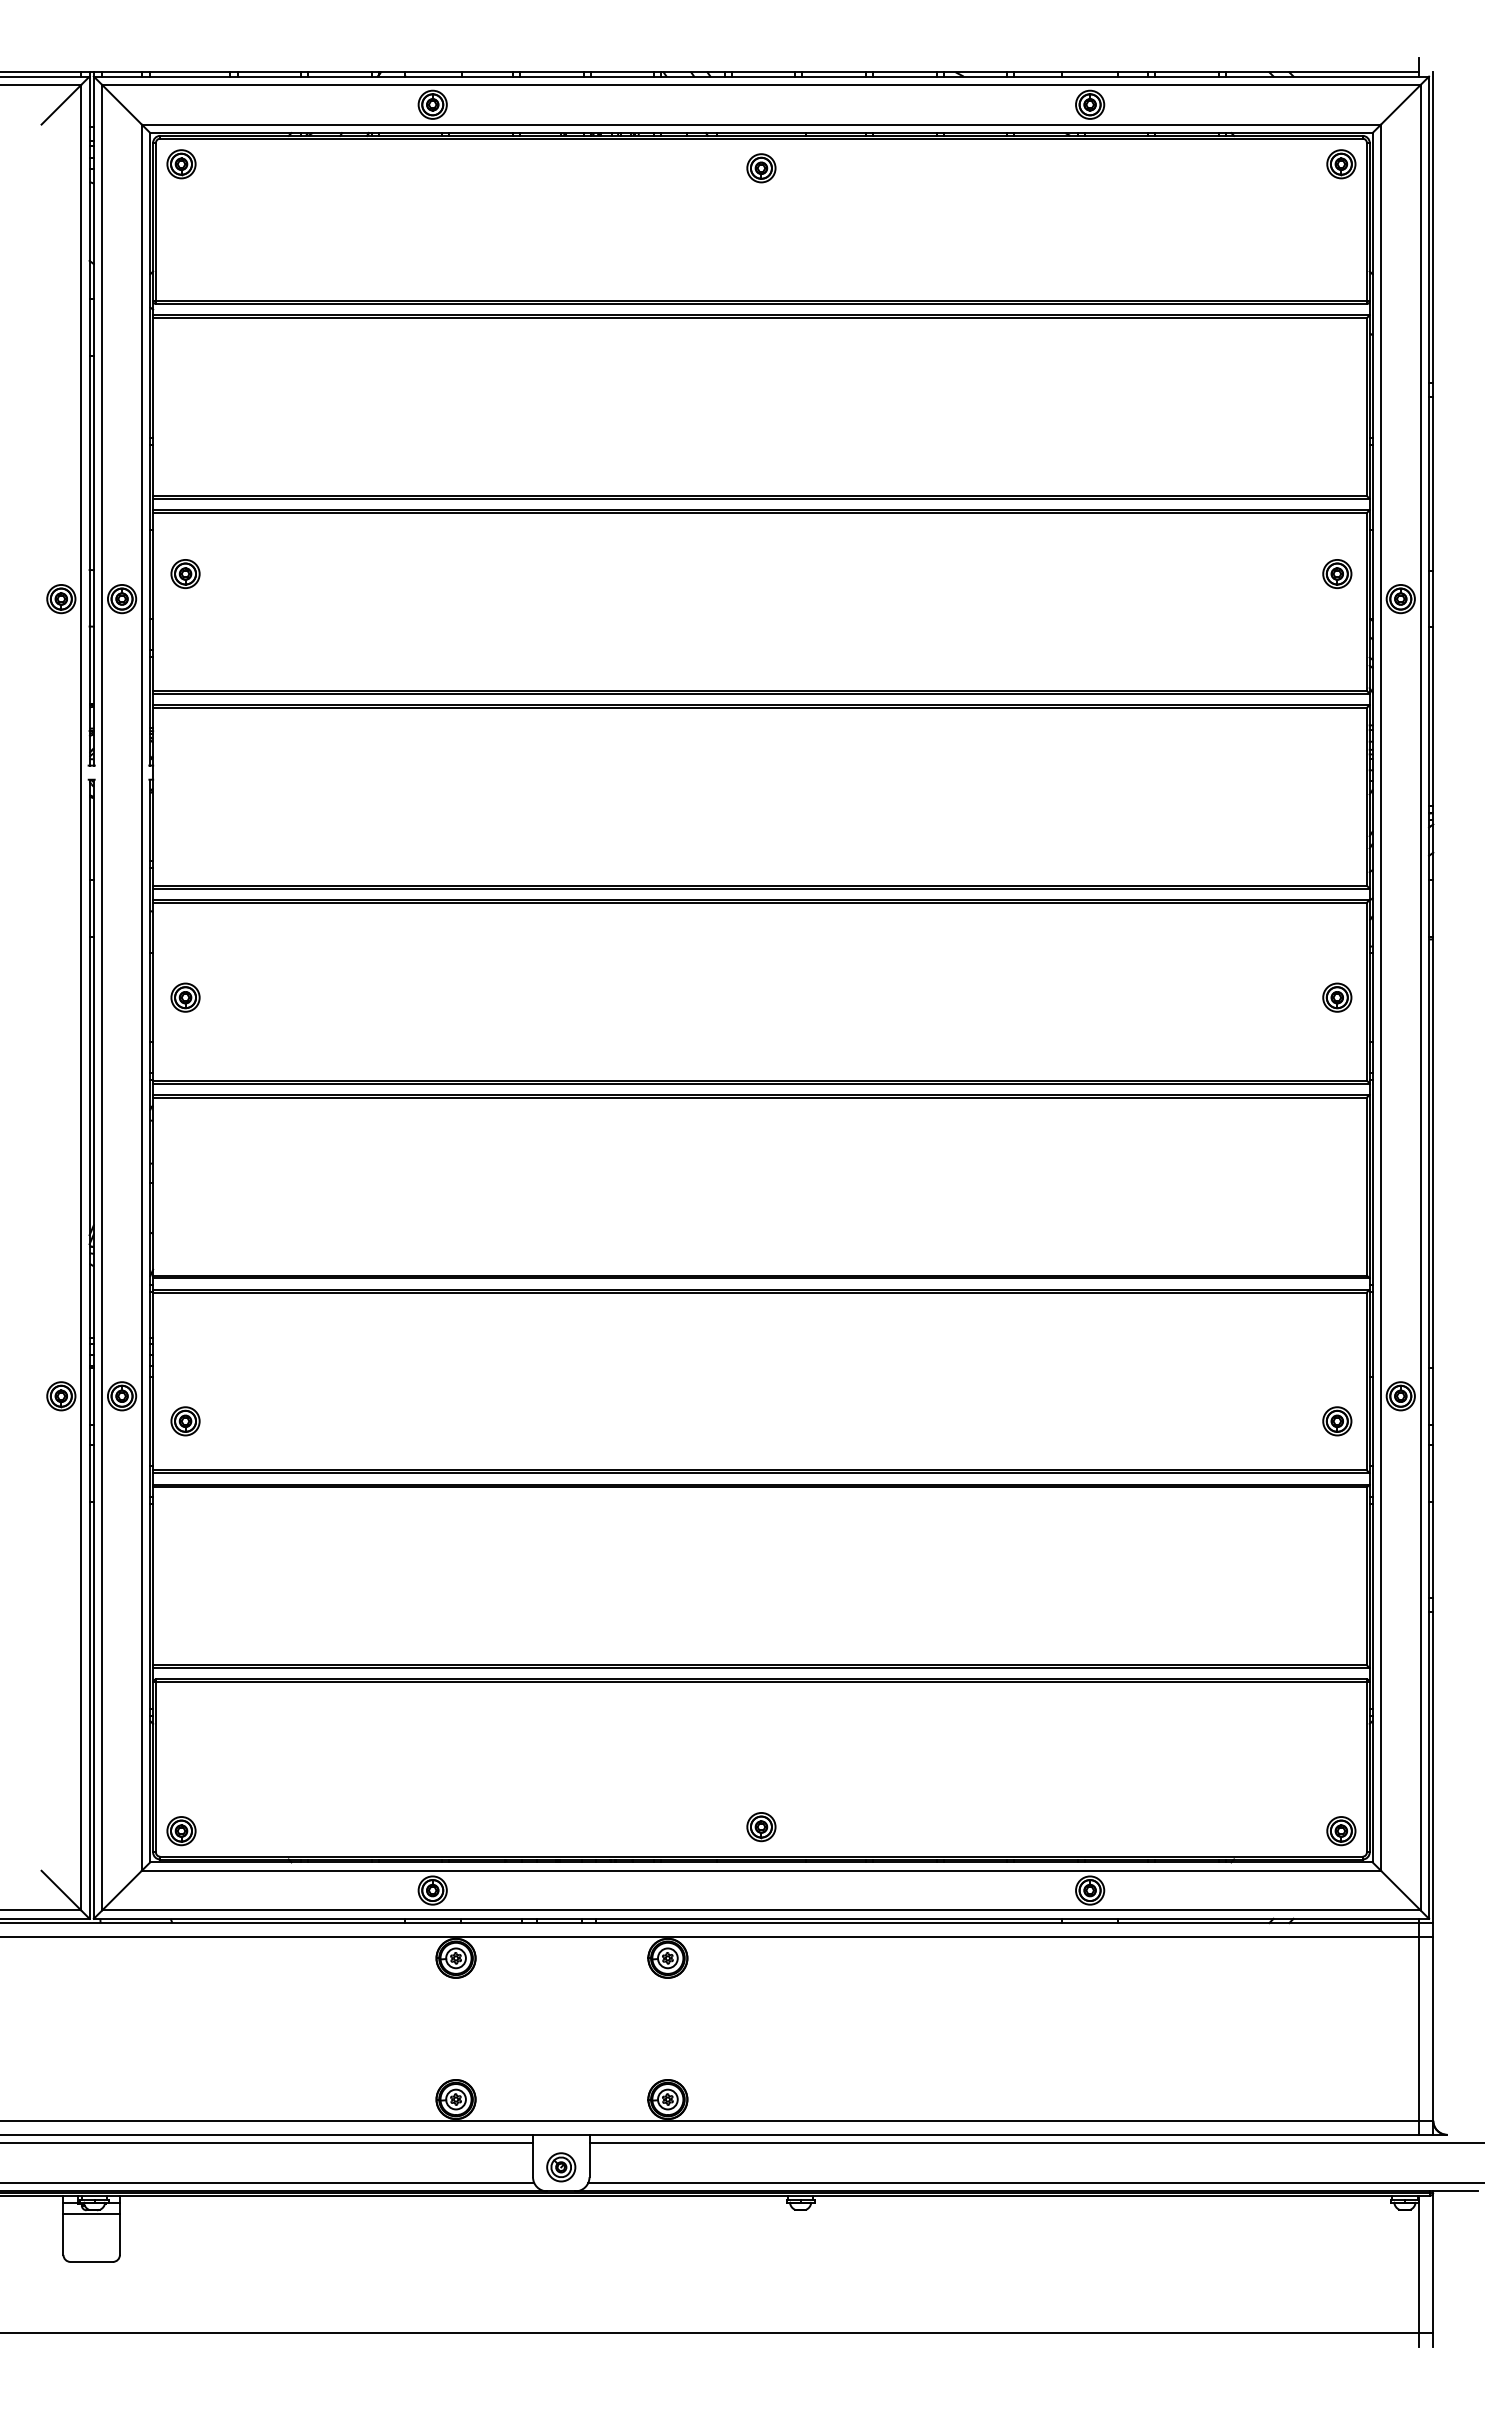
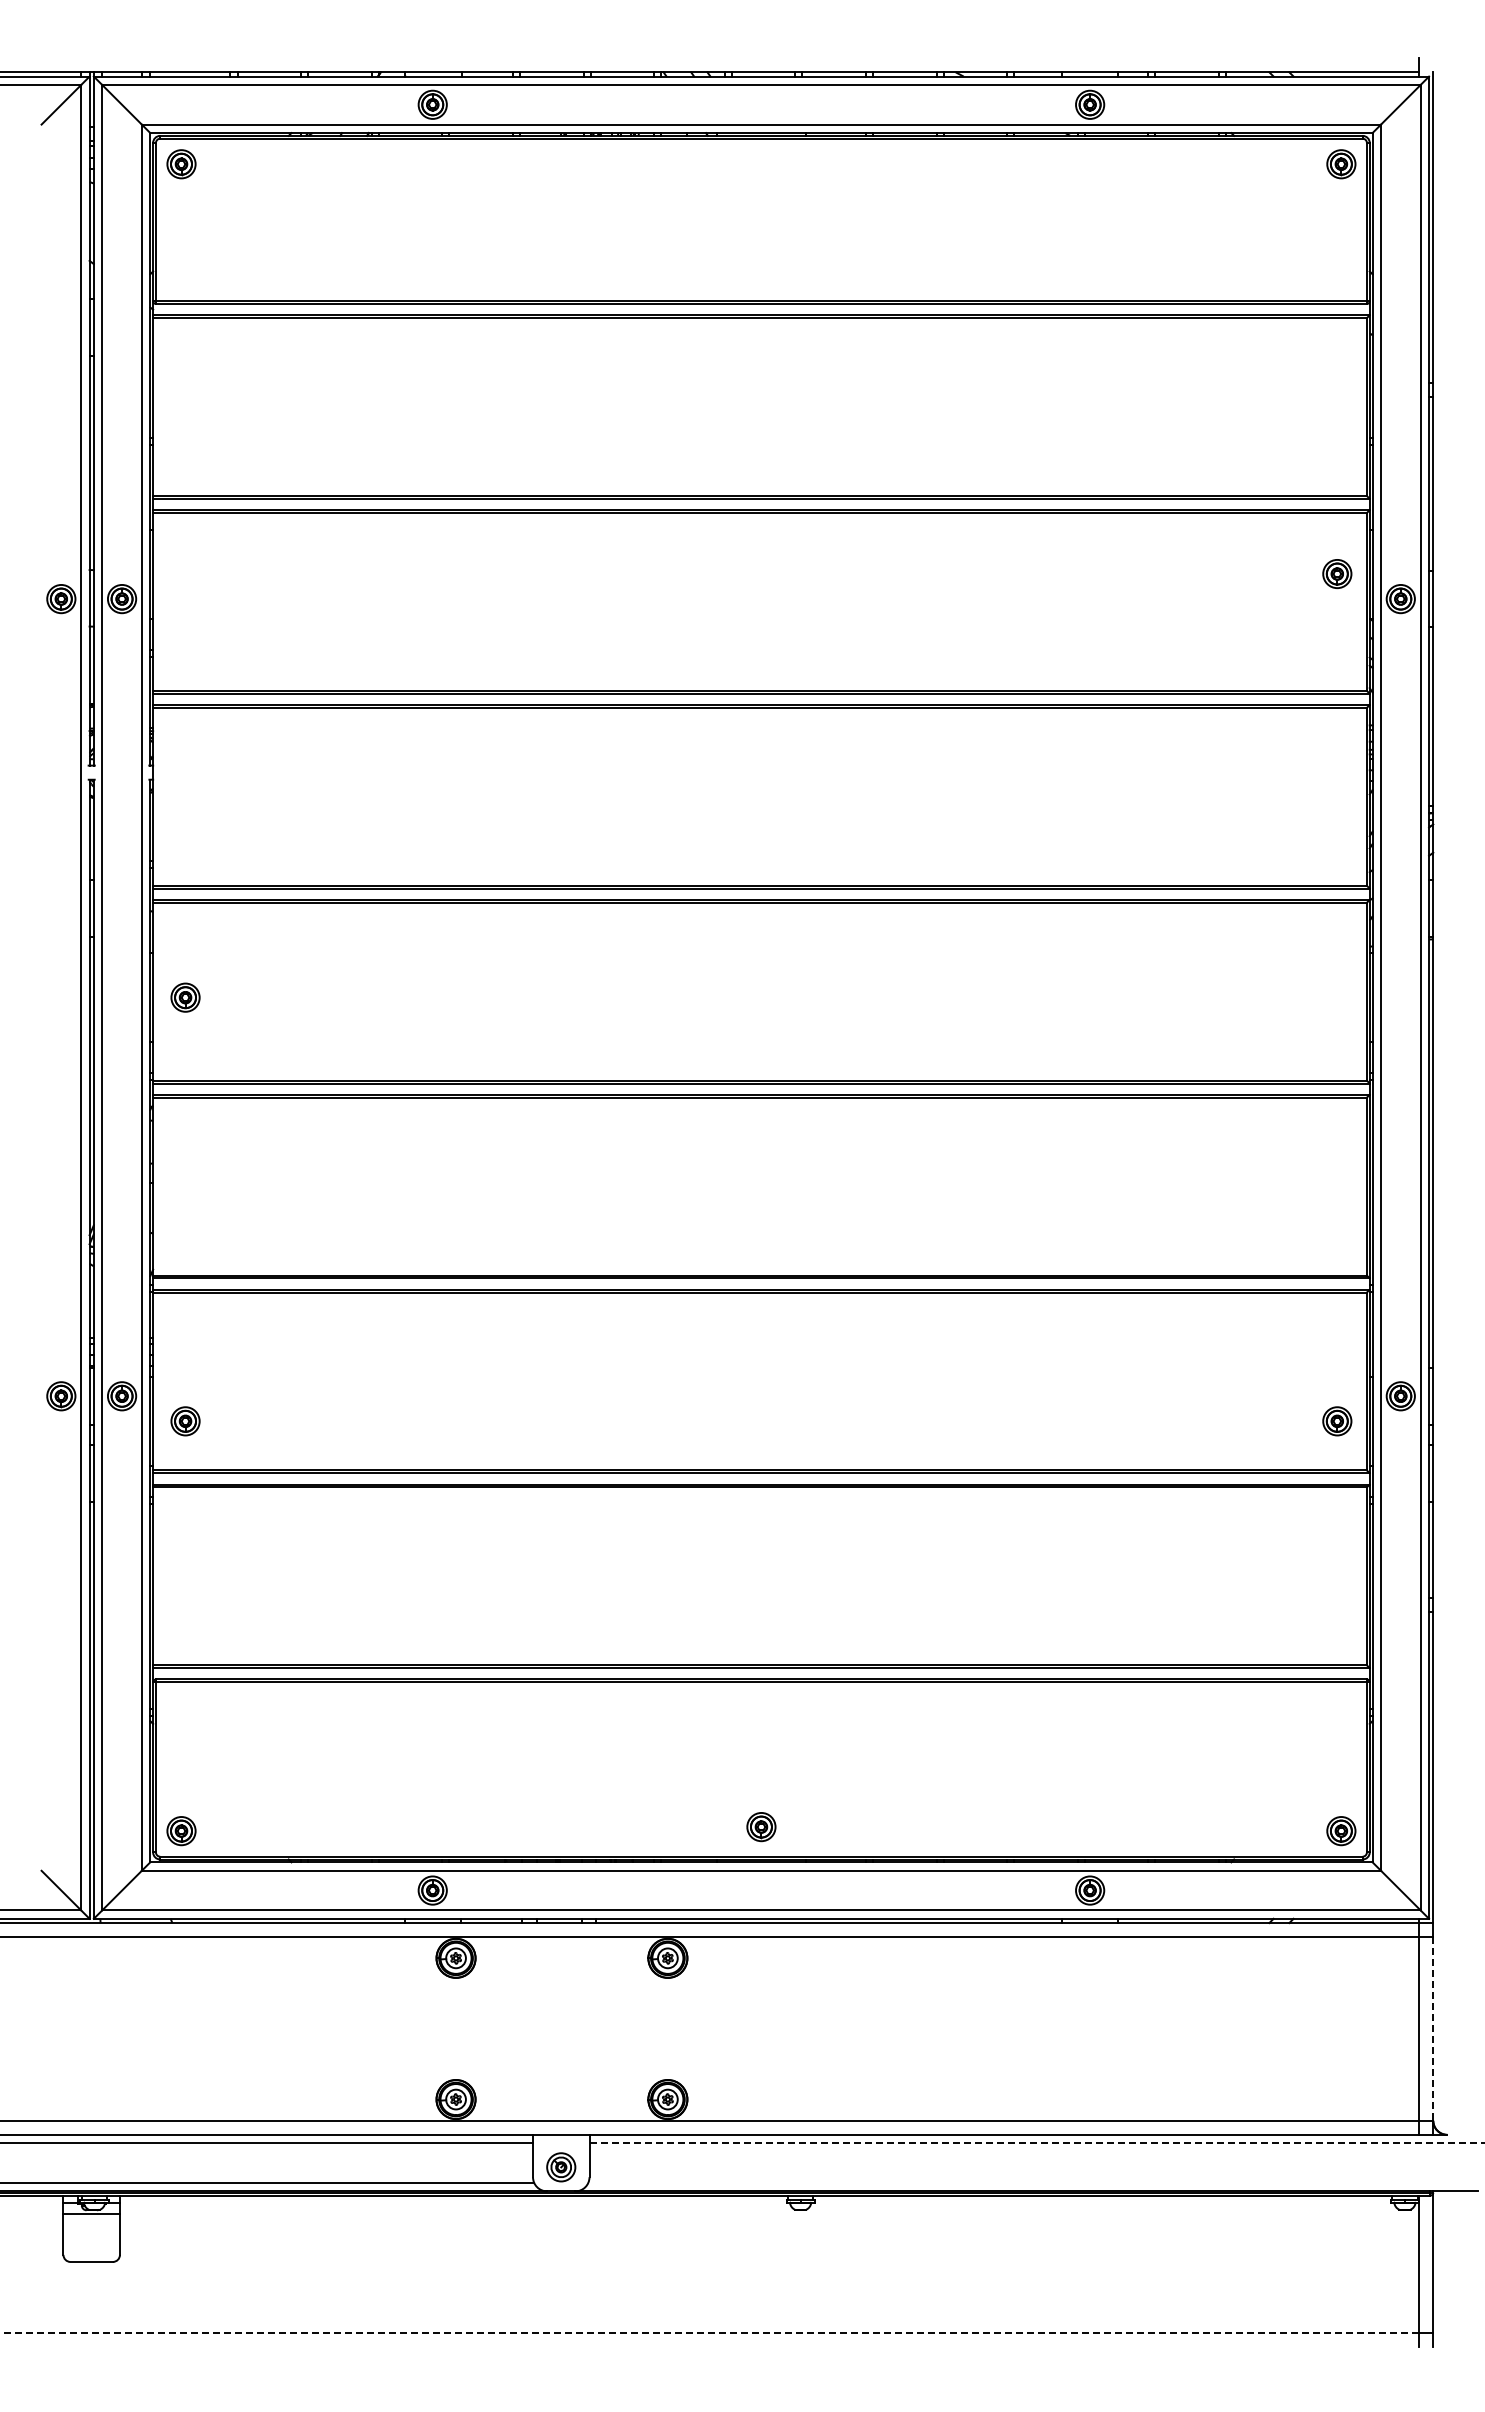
part at (761, 168): present -> none
part at (185, 573): present -> none
part at (1337, 997): present -> none
line at (1433, 2028): solid -> dashed
line at (1037, 2143): solid -> dashed
line at (1034, 2182): present -> none
line at (709, 2332): solid -> dashed
